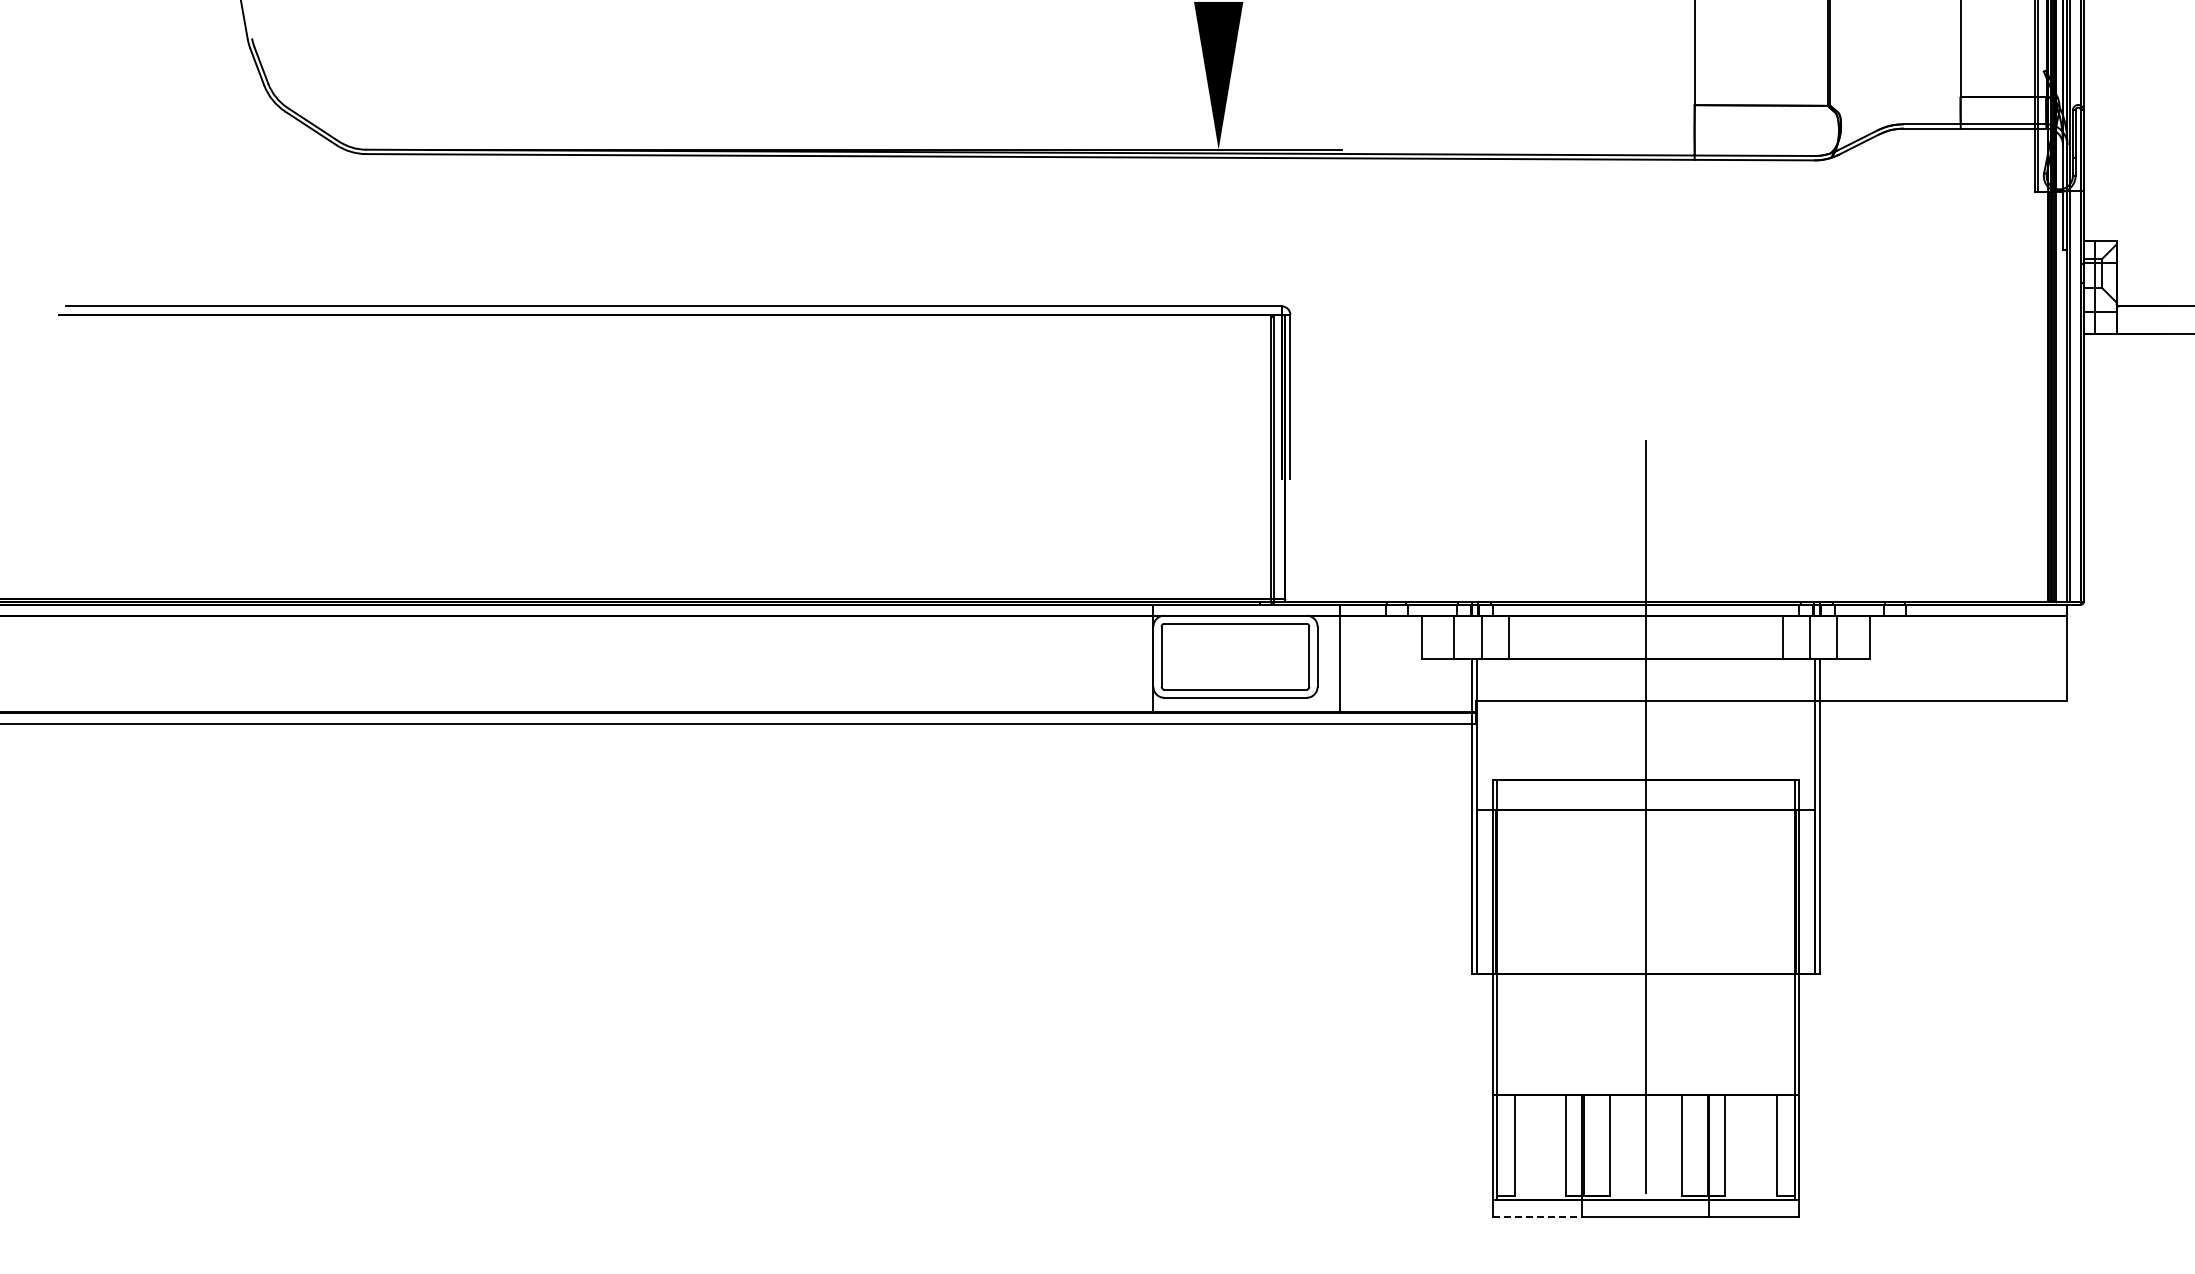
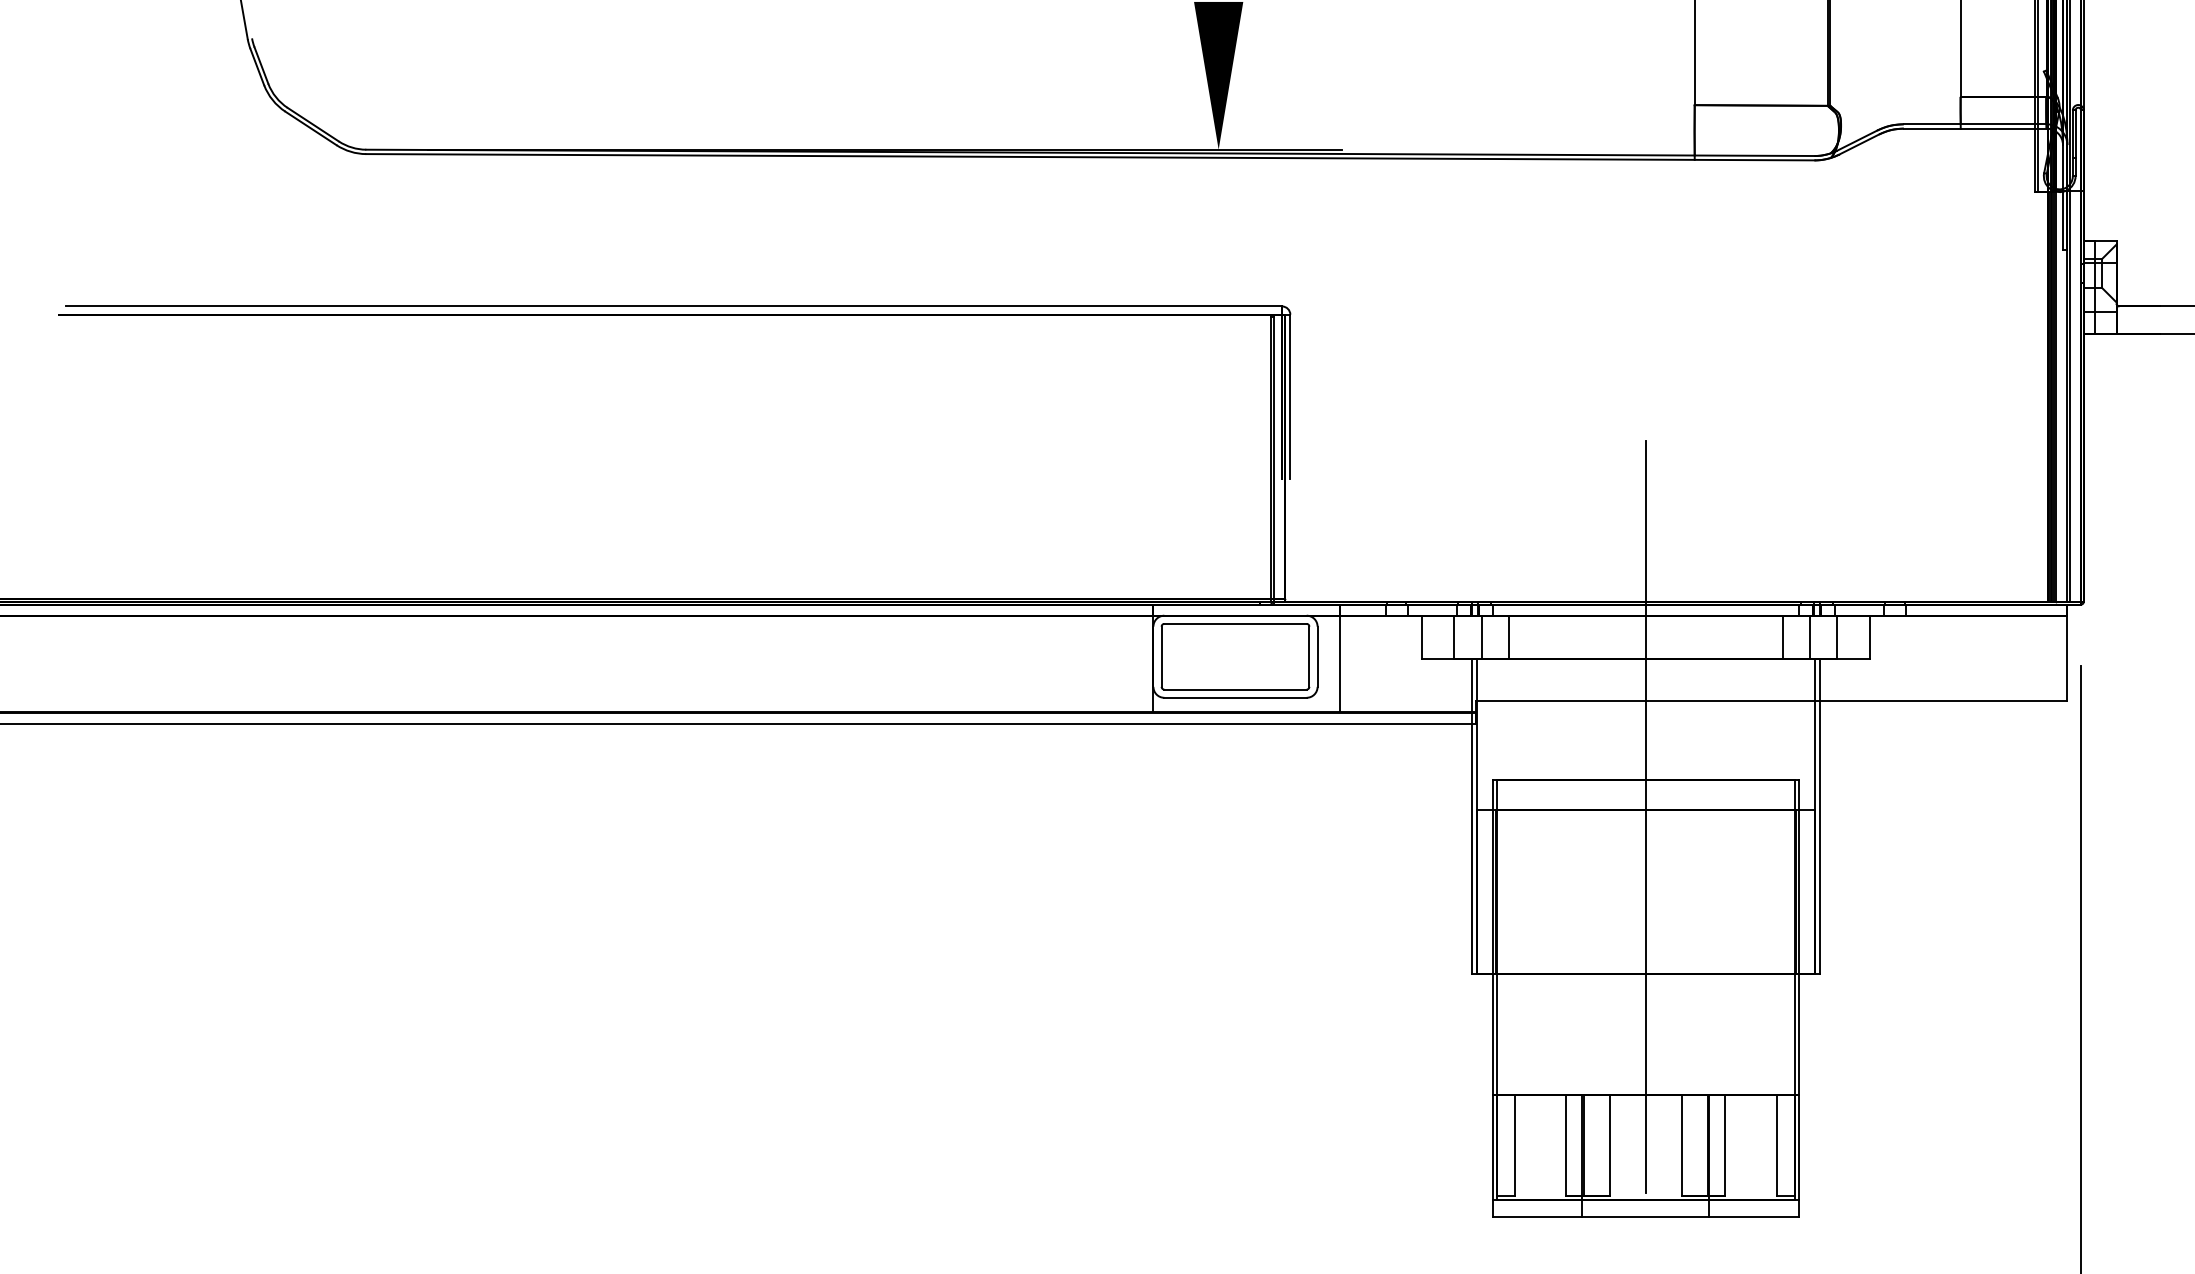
line at (2080, 968): none -> present
line at (1537, 1216): dashed -> solid
